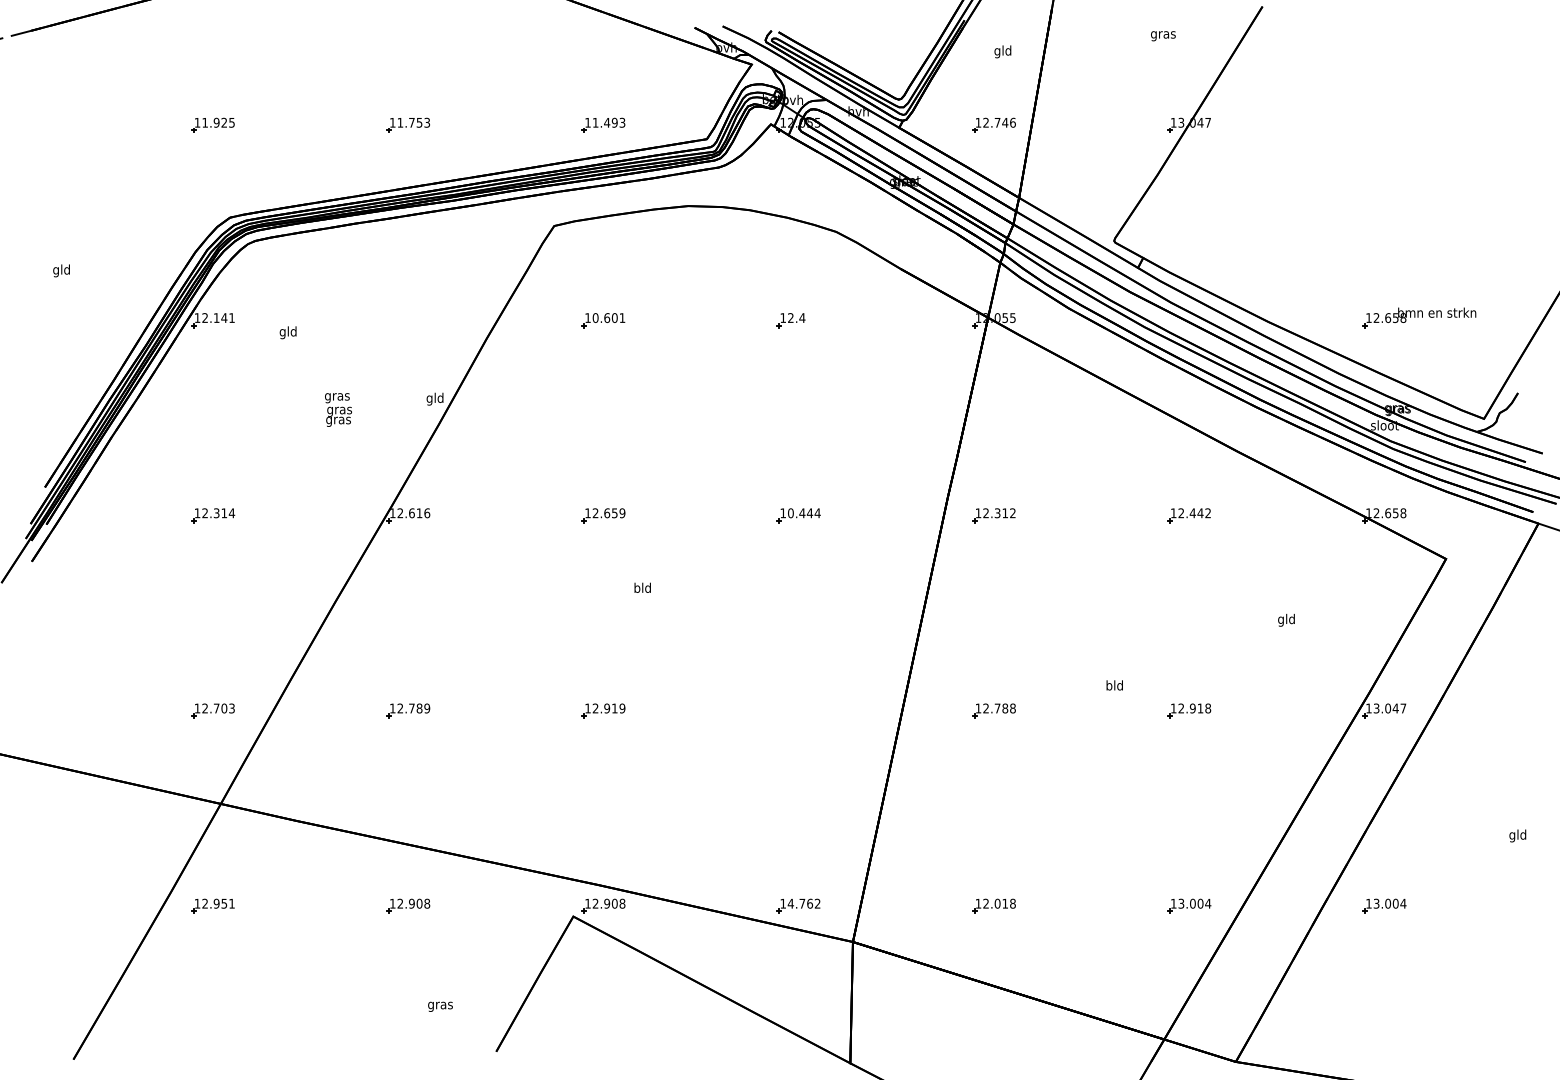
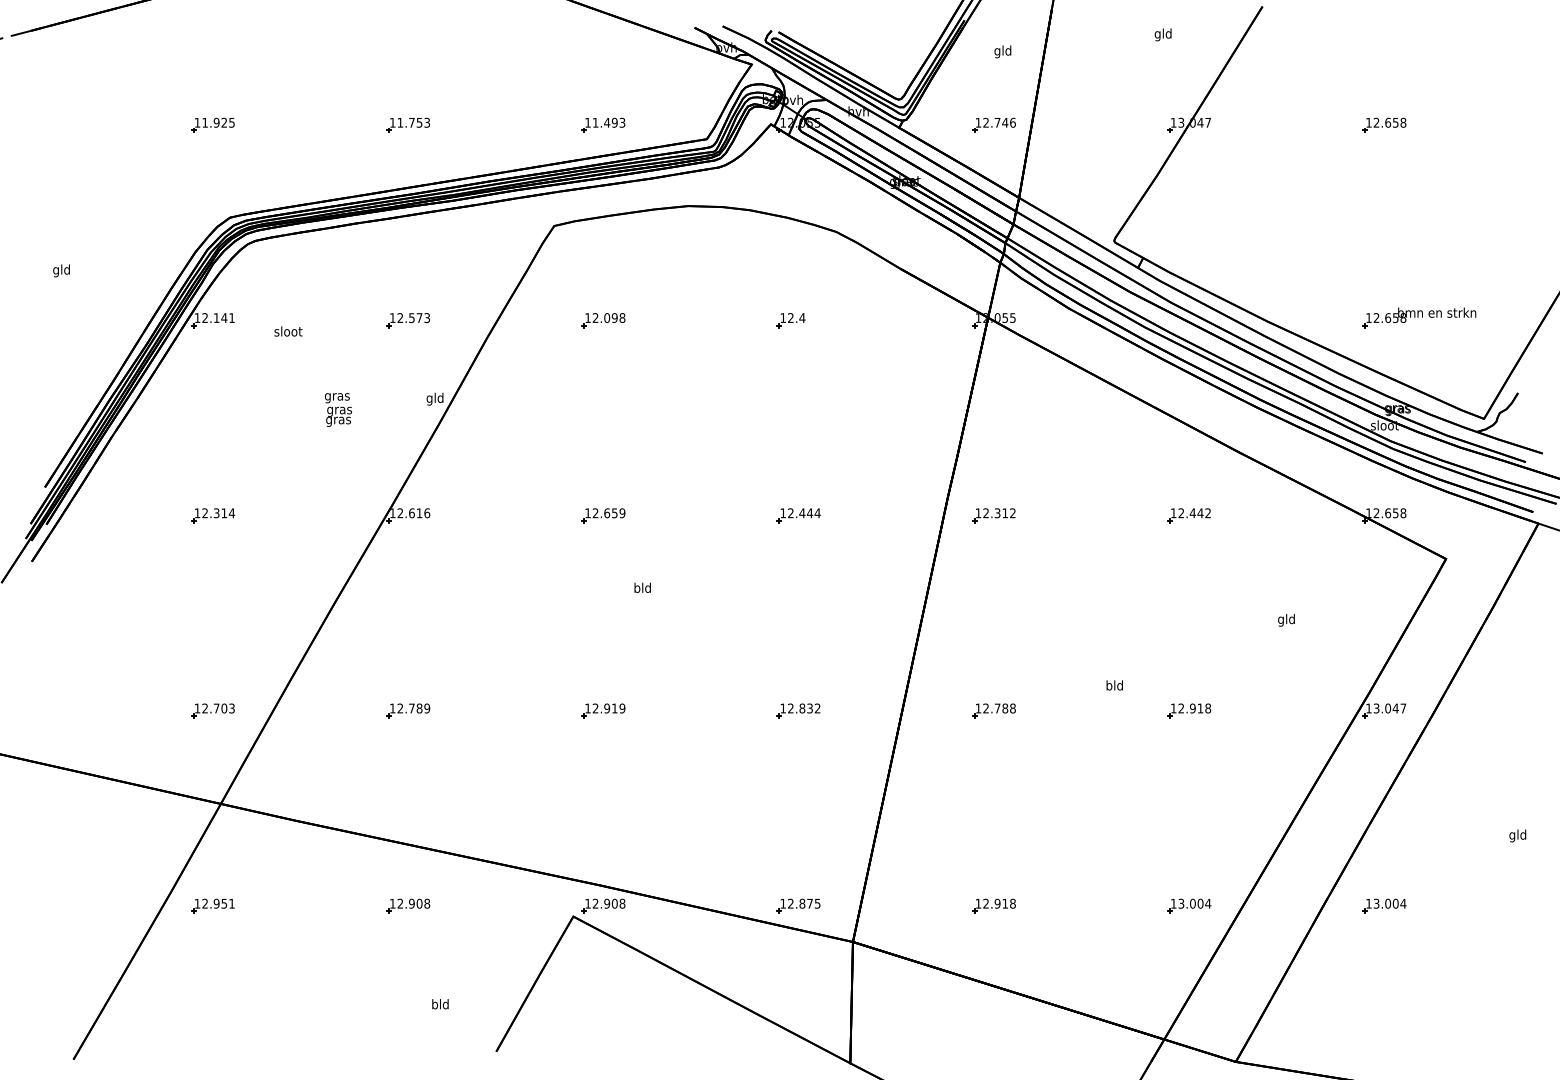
text at (1163, 34): gras -> gld
part at (1384, 124): none -> present
text at (608, 317): 10.601 -> 12.098
part at (407, 320): none -> present
text at (288, 332): gld -> sloot
text at (790, 513): 10.444 -> 12.444
part at (798, 710): none -> present
text at (803, 903): 14.762 -> 12.875
text at (997, 903): 12.018 -> 12.918
text at (440, 1005): gras -> bld
